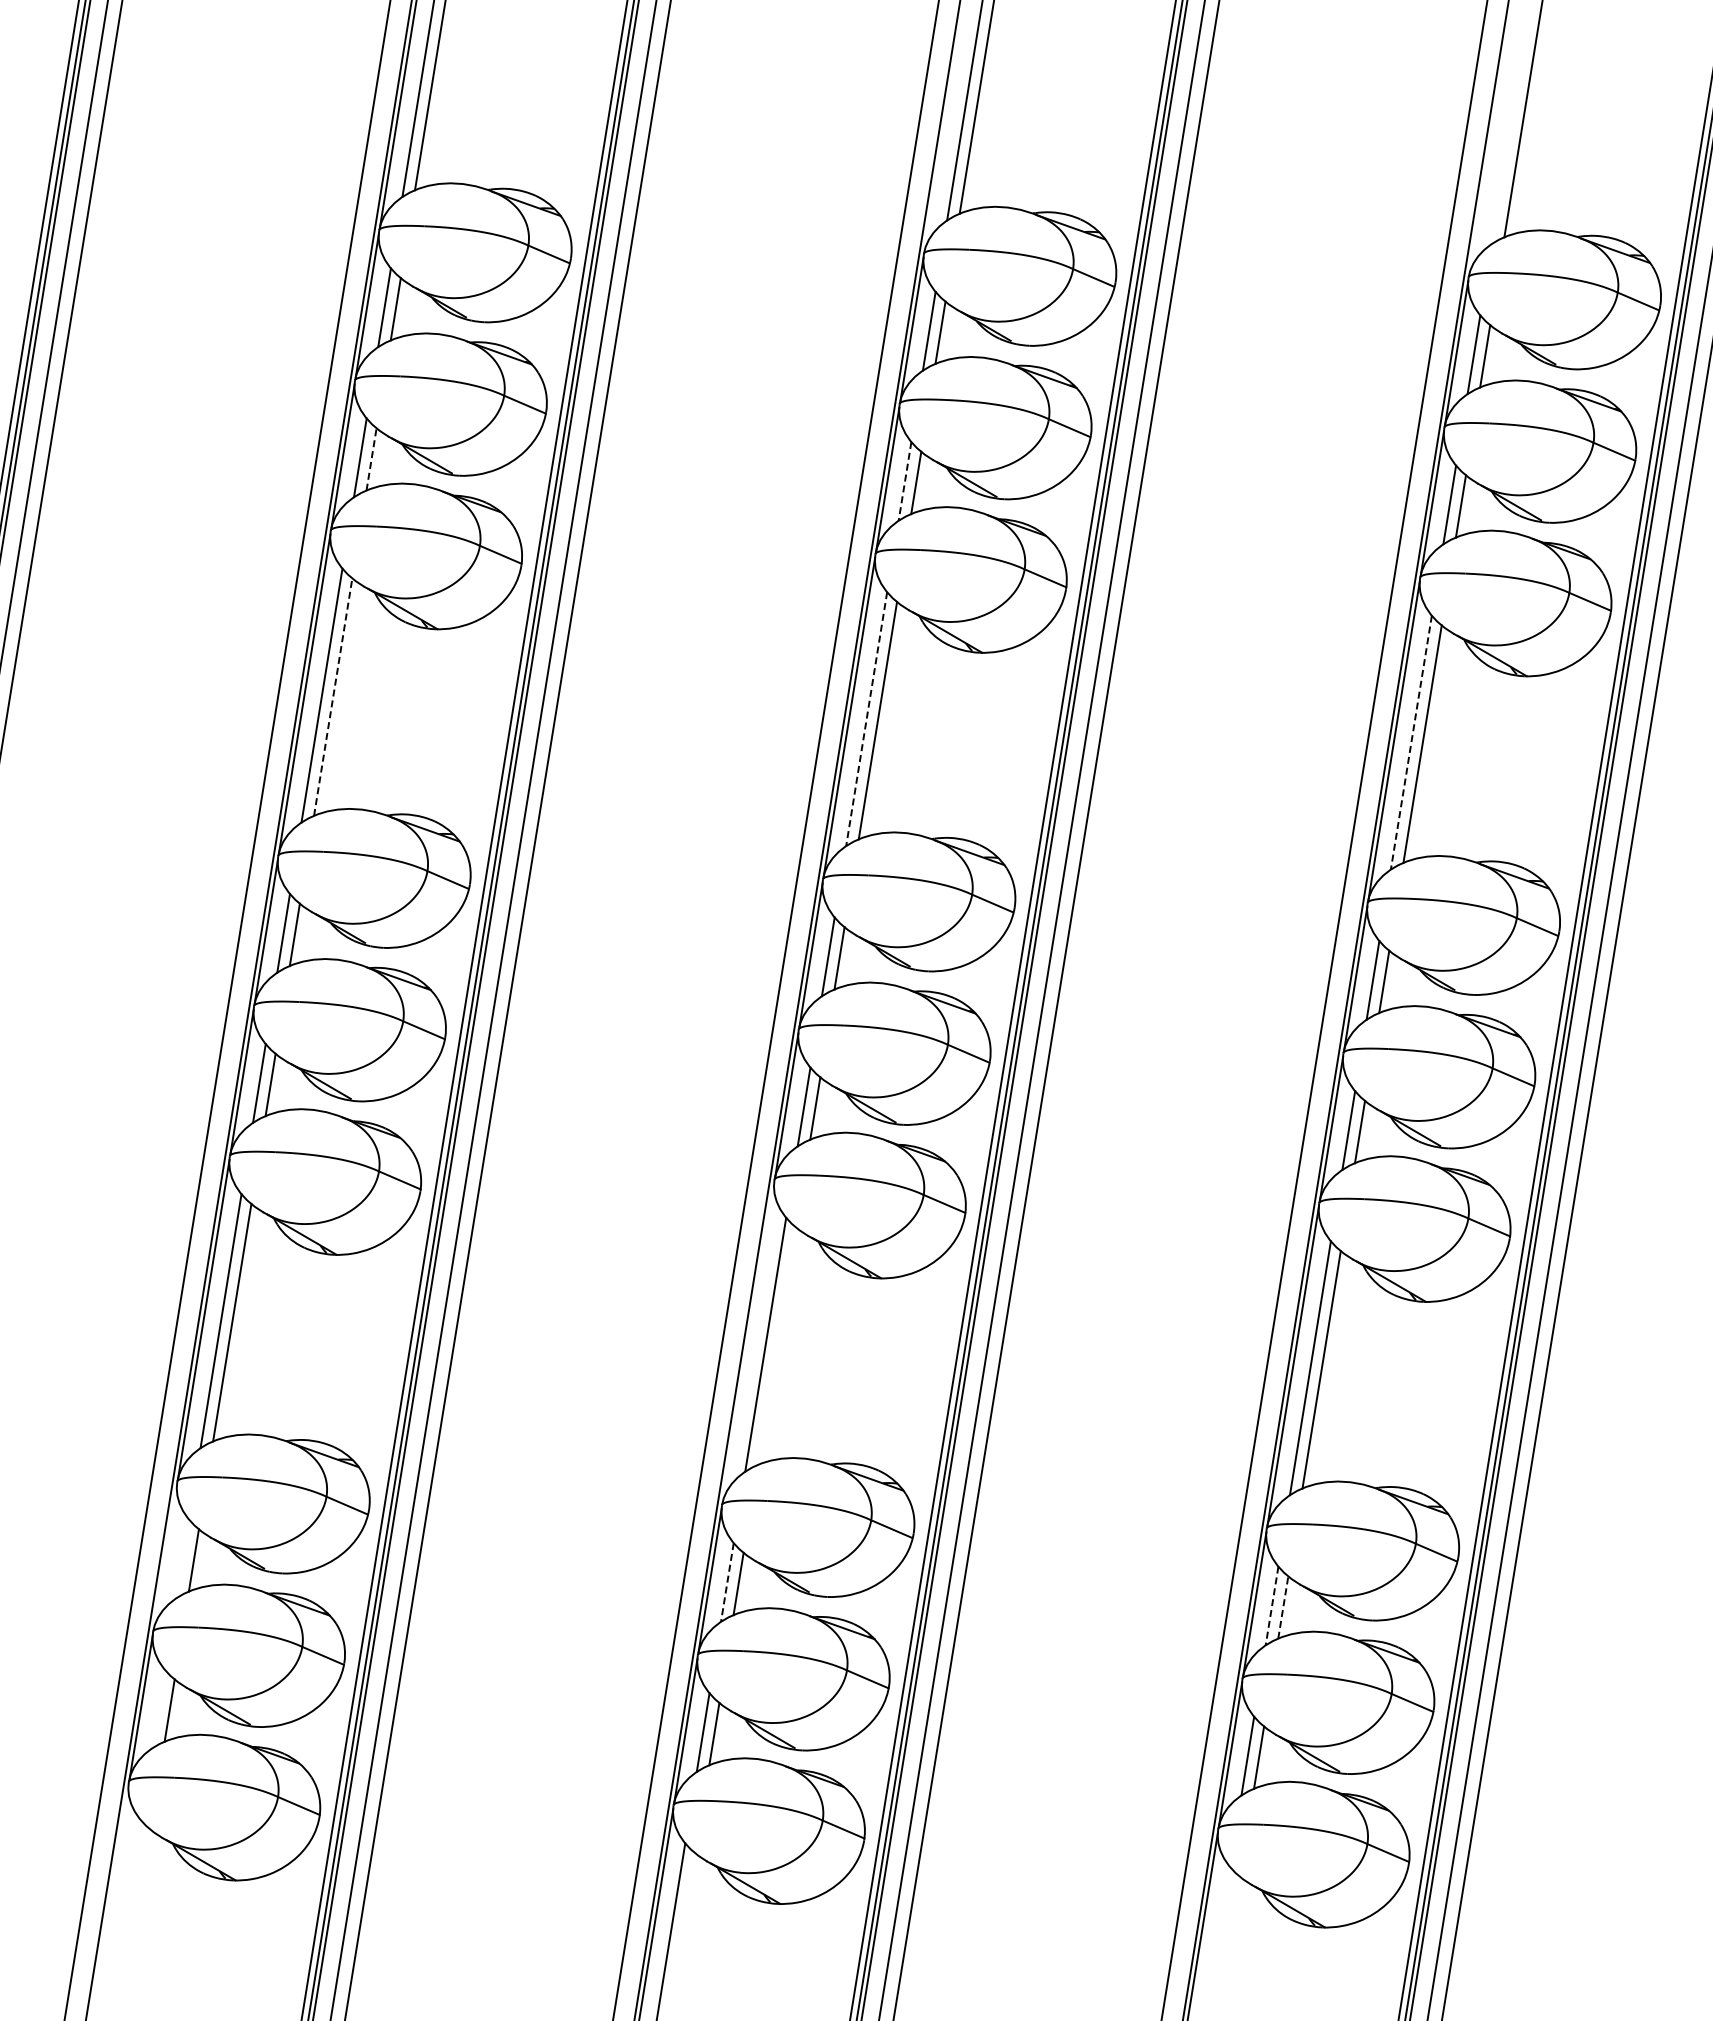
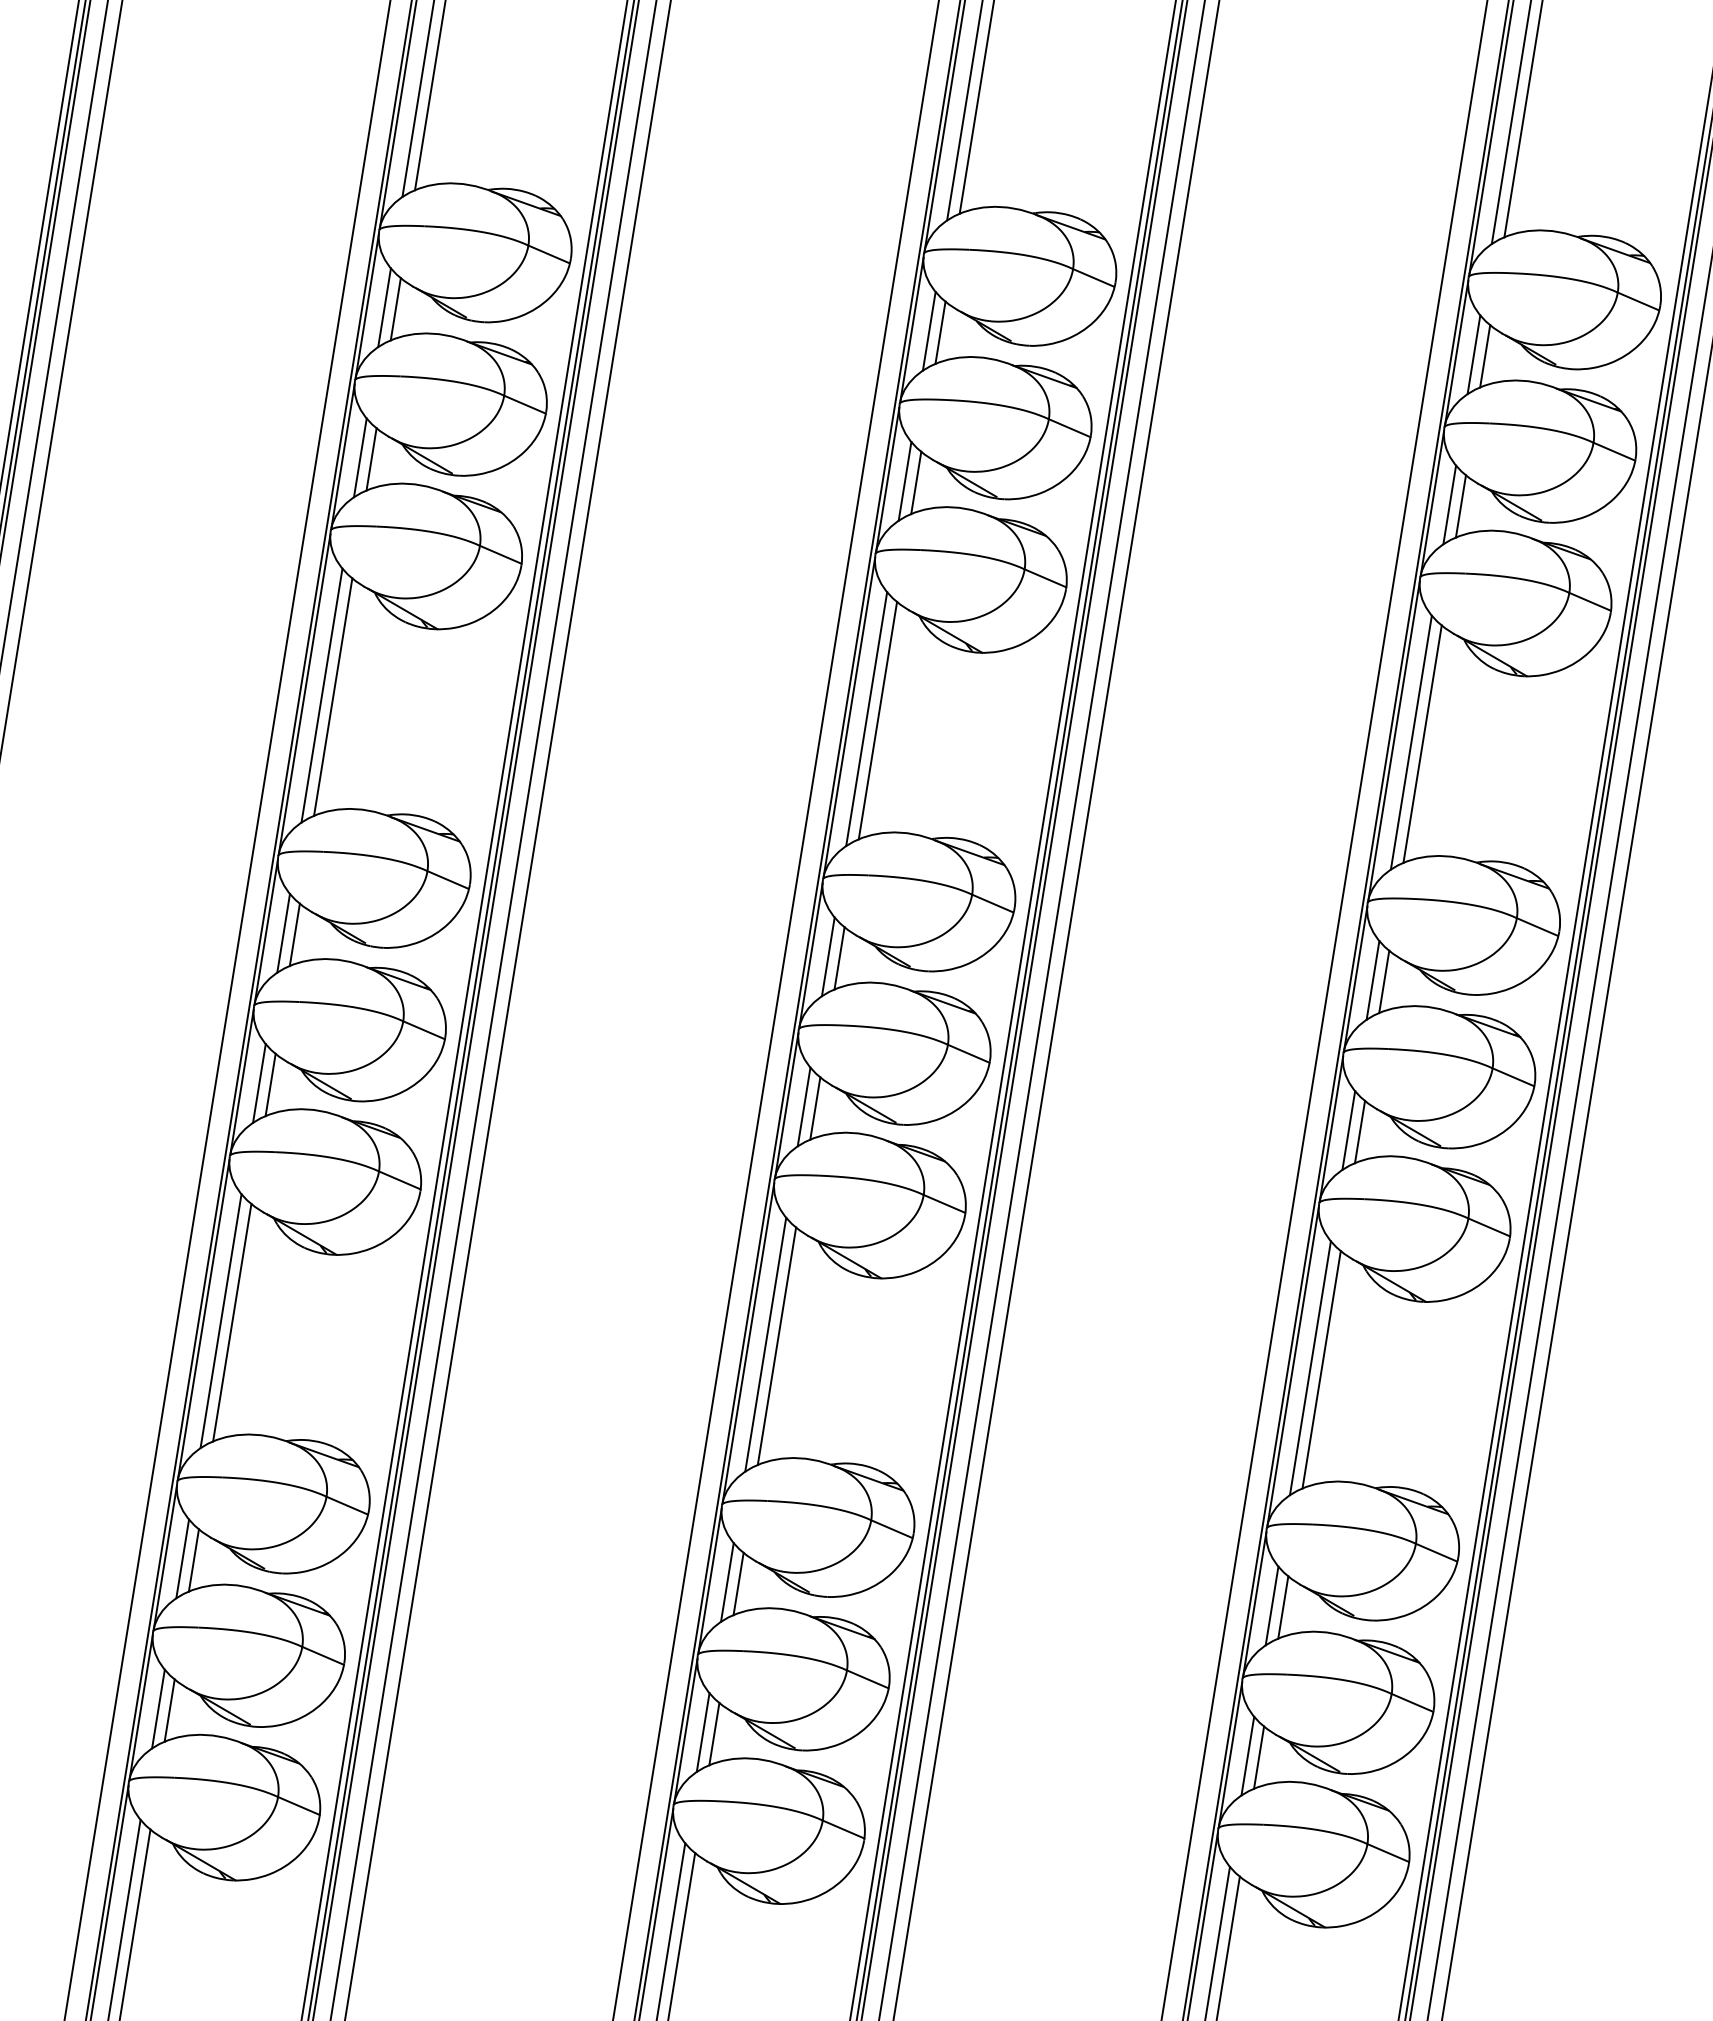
line at (1510, 122): none -> present
line at (944, 126): none -> present
line at (1491, 138): none -> present
line at (371, 459): dashed -> solid
line at (905, 481): dashed -> solid
line at (333, 696): dashed -> solid
line at (866, 719): dashed -> solid
line at (1411, 742): dashed -> solid
line at (748, 1342): none -> present
line at (776, 1346): none -> present
line at (164, 1556): none -> present
line at (182, 1558): none -> present
line at (727, 1582): dashed -> solid
line at (1272, 1605): dashed -> solid
line at (1283, 1607): dashed -> solid
line at (158, 1708): none -> present
line at (109, 1901): none -> present
line at (124, 1918): none -> present
line at (135, 1923): none -> present
line at (681, 1935): none -> present
line at (1217, 1941): none -> present
line at (1228, 1946): none -> present
